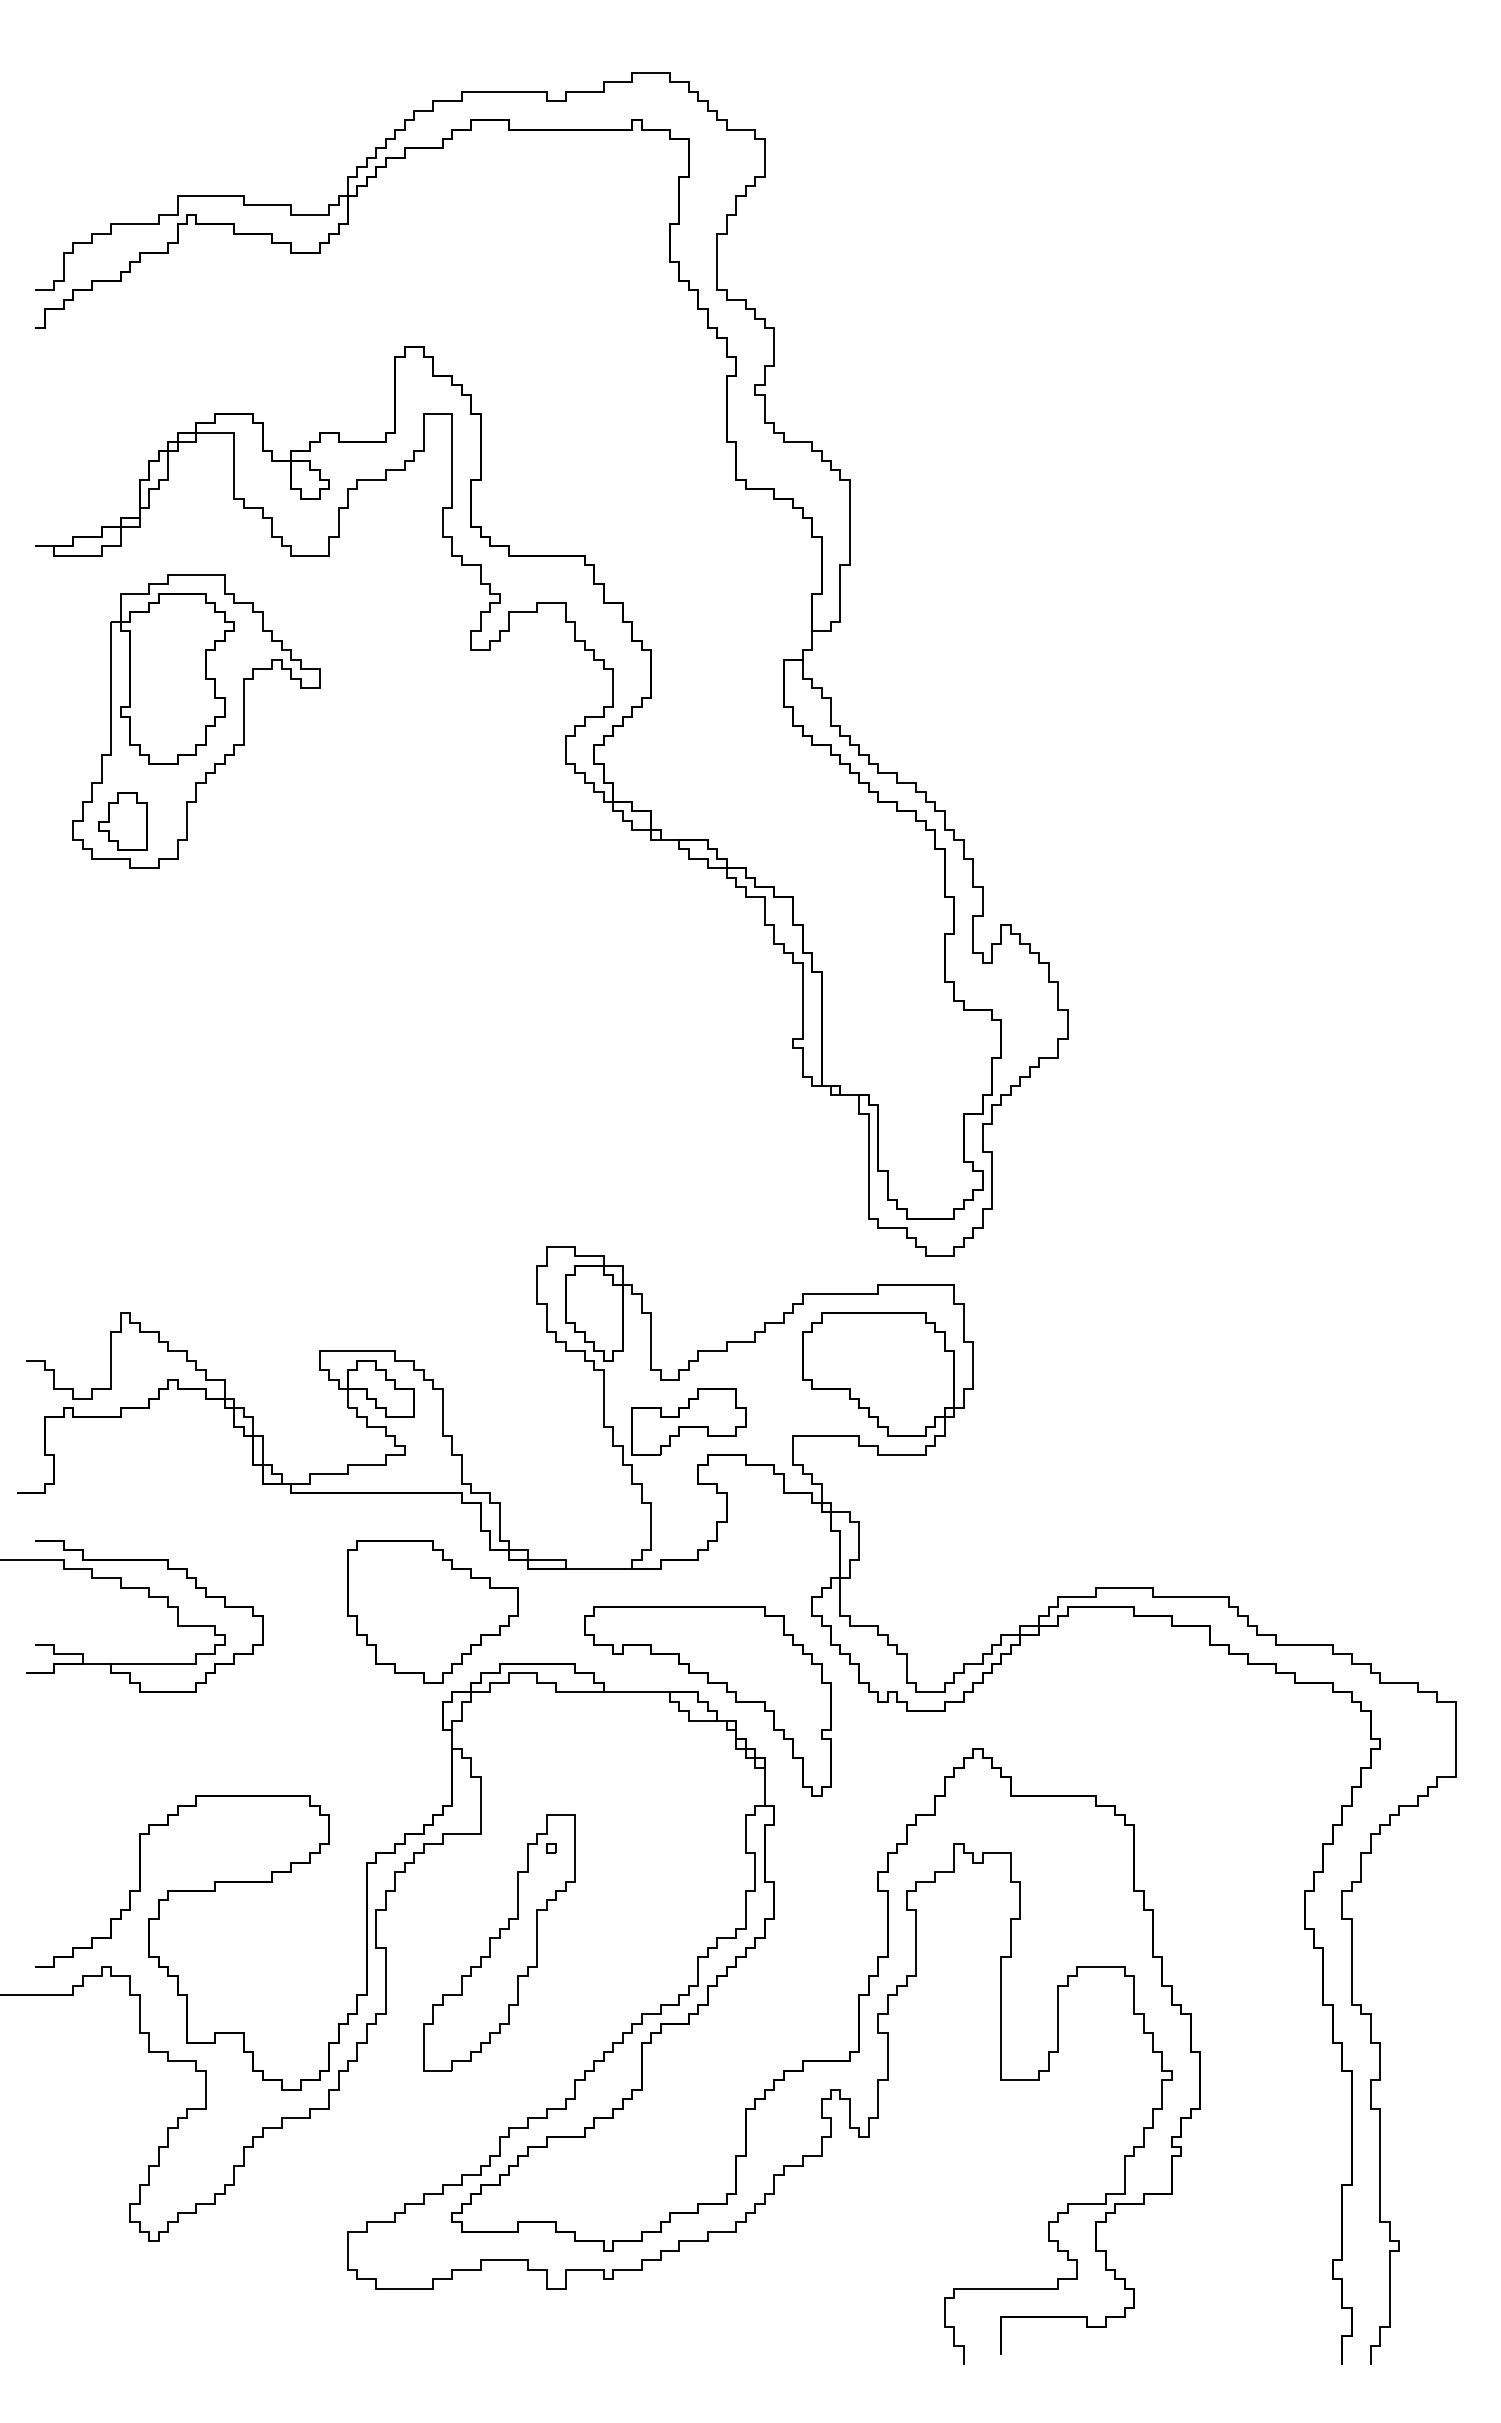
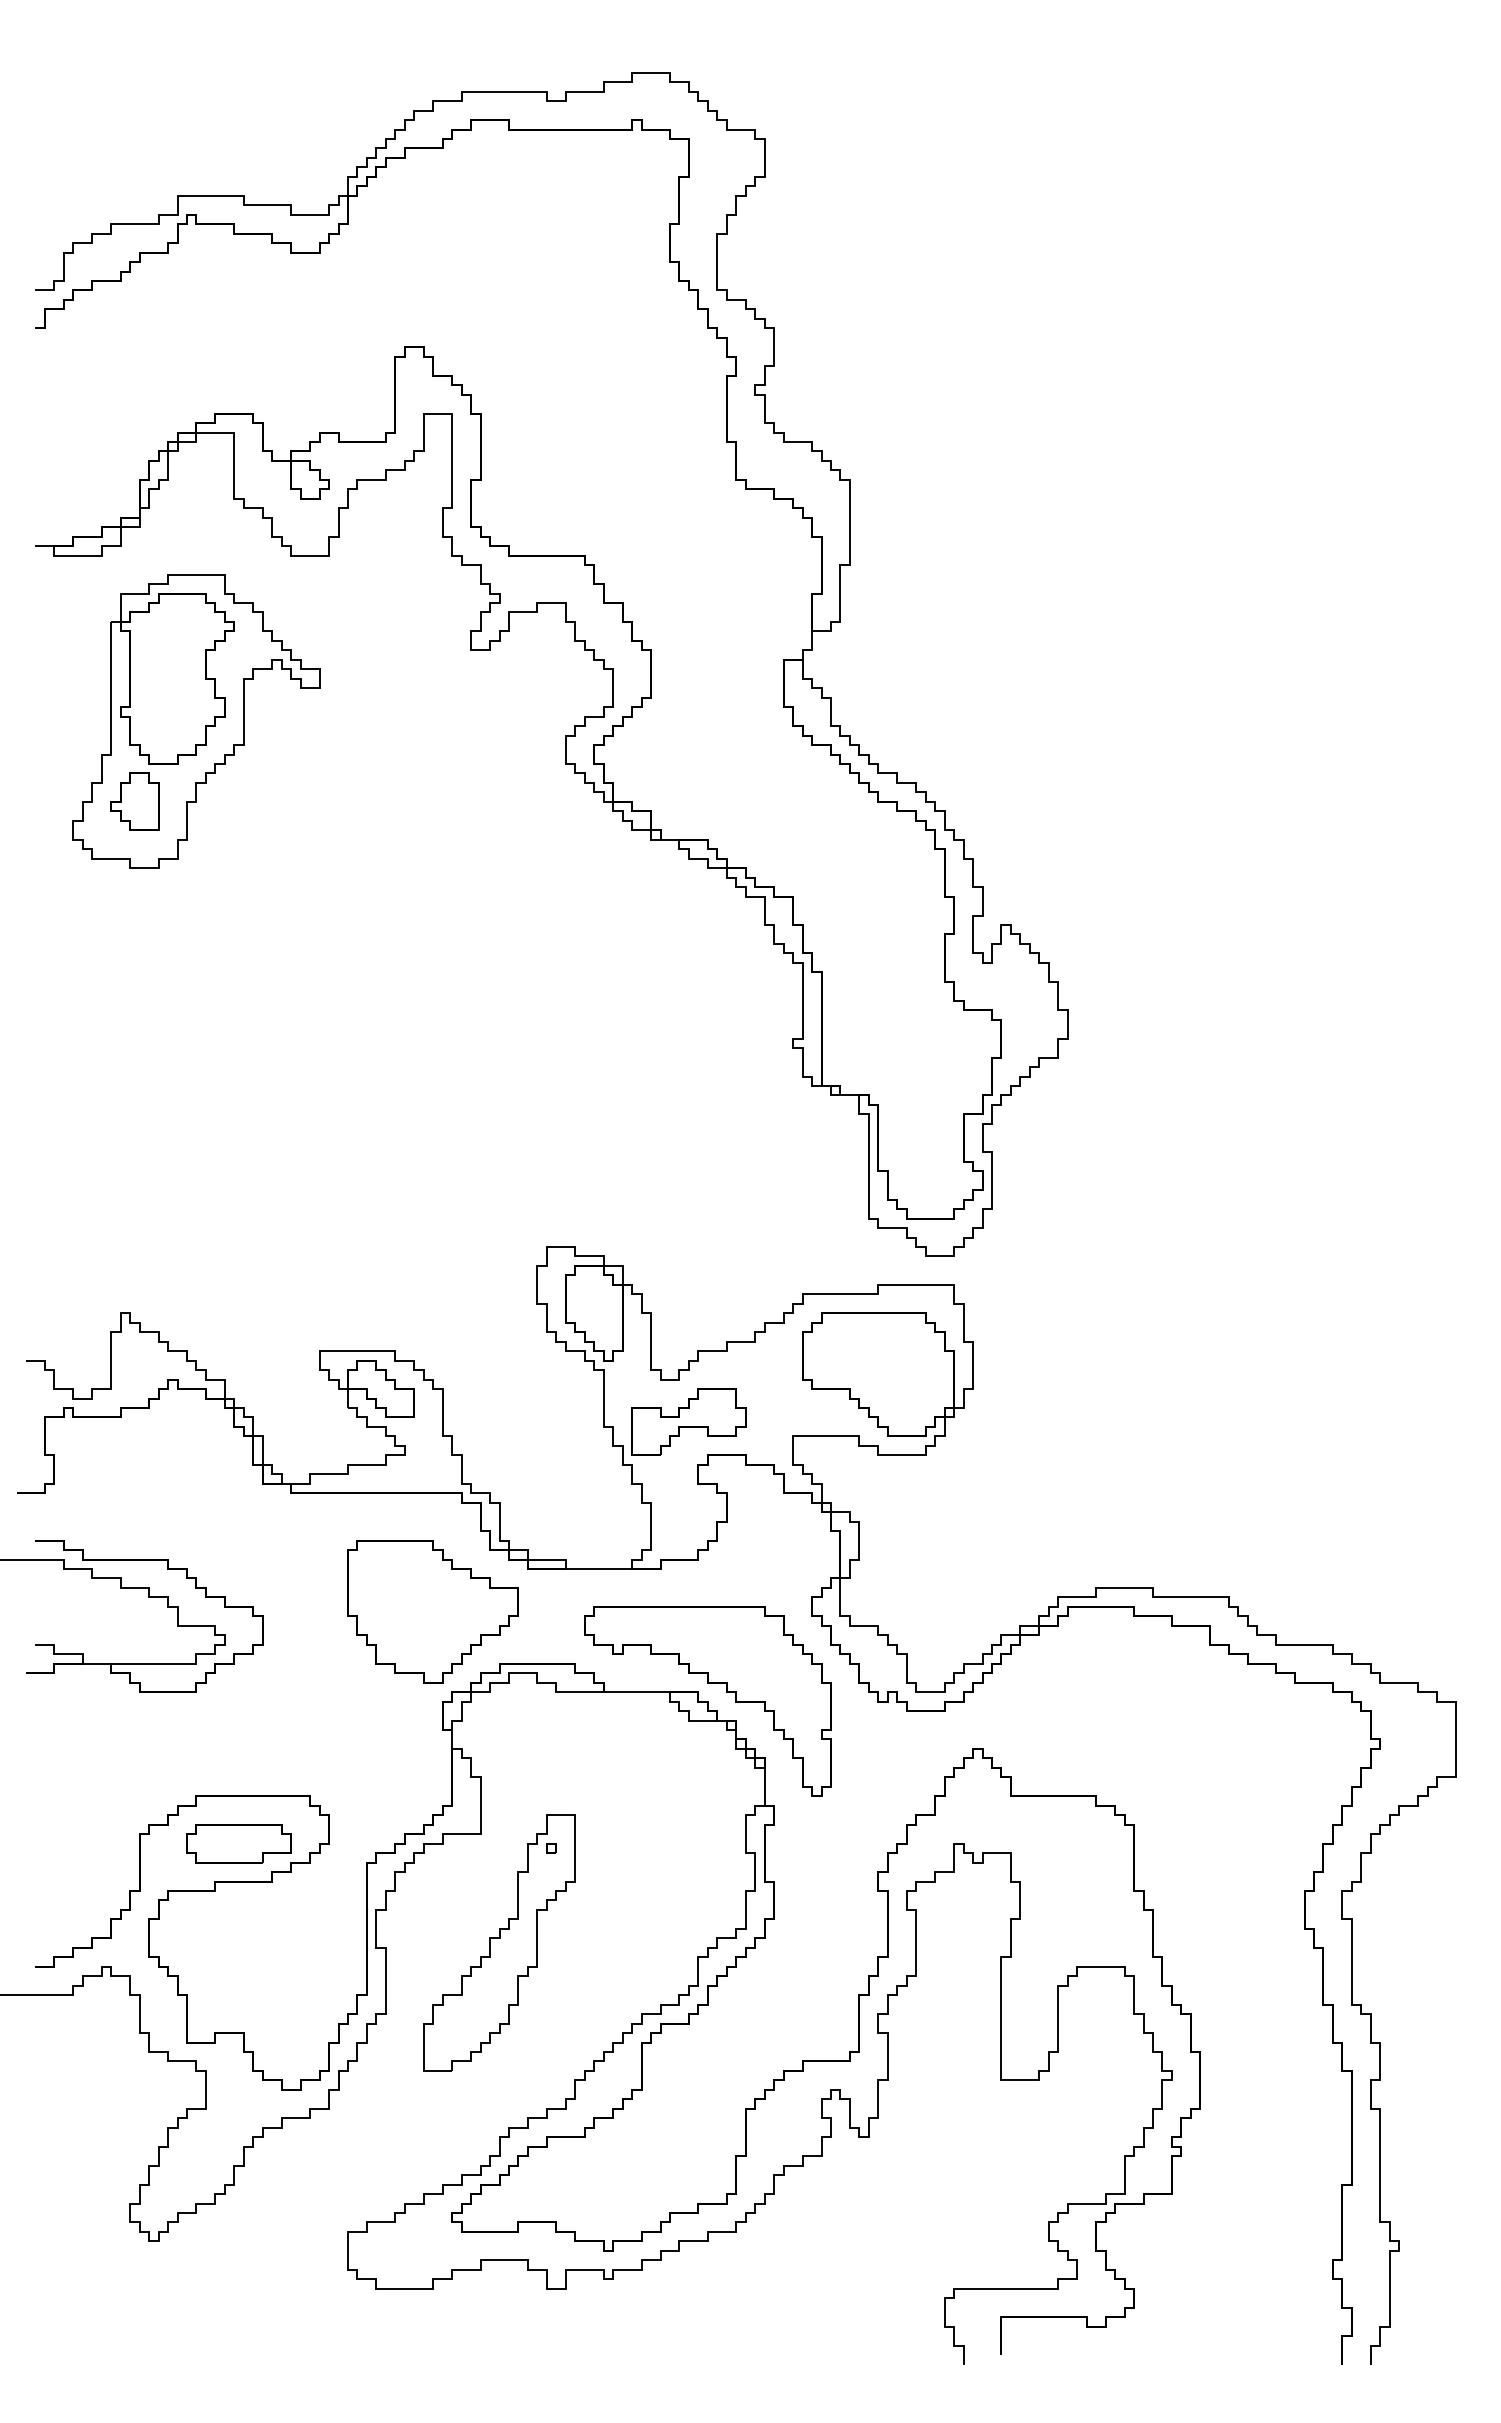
part at (122, 821) position: (122, 821) -> (134, 801)
part at (238, 1843): none -> present
